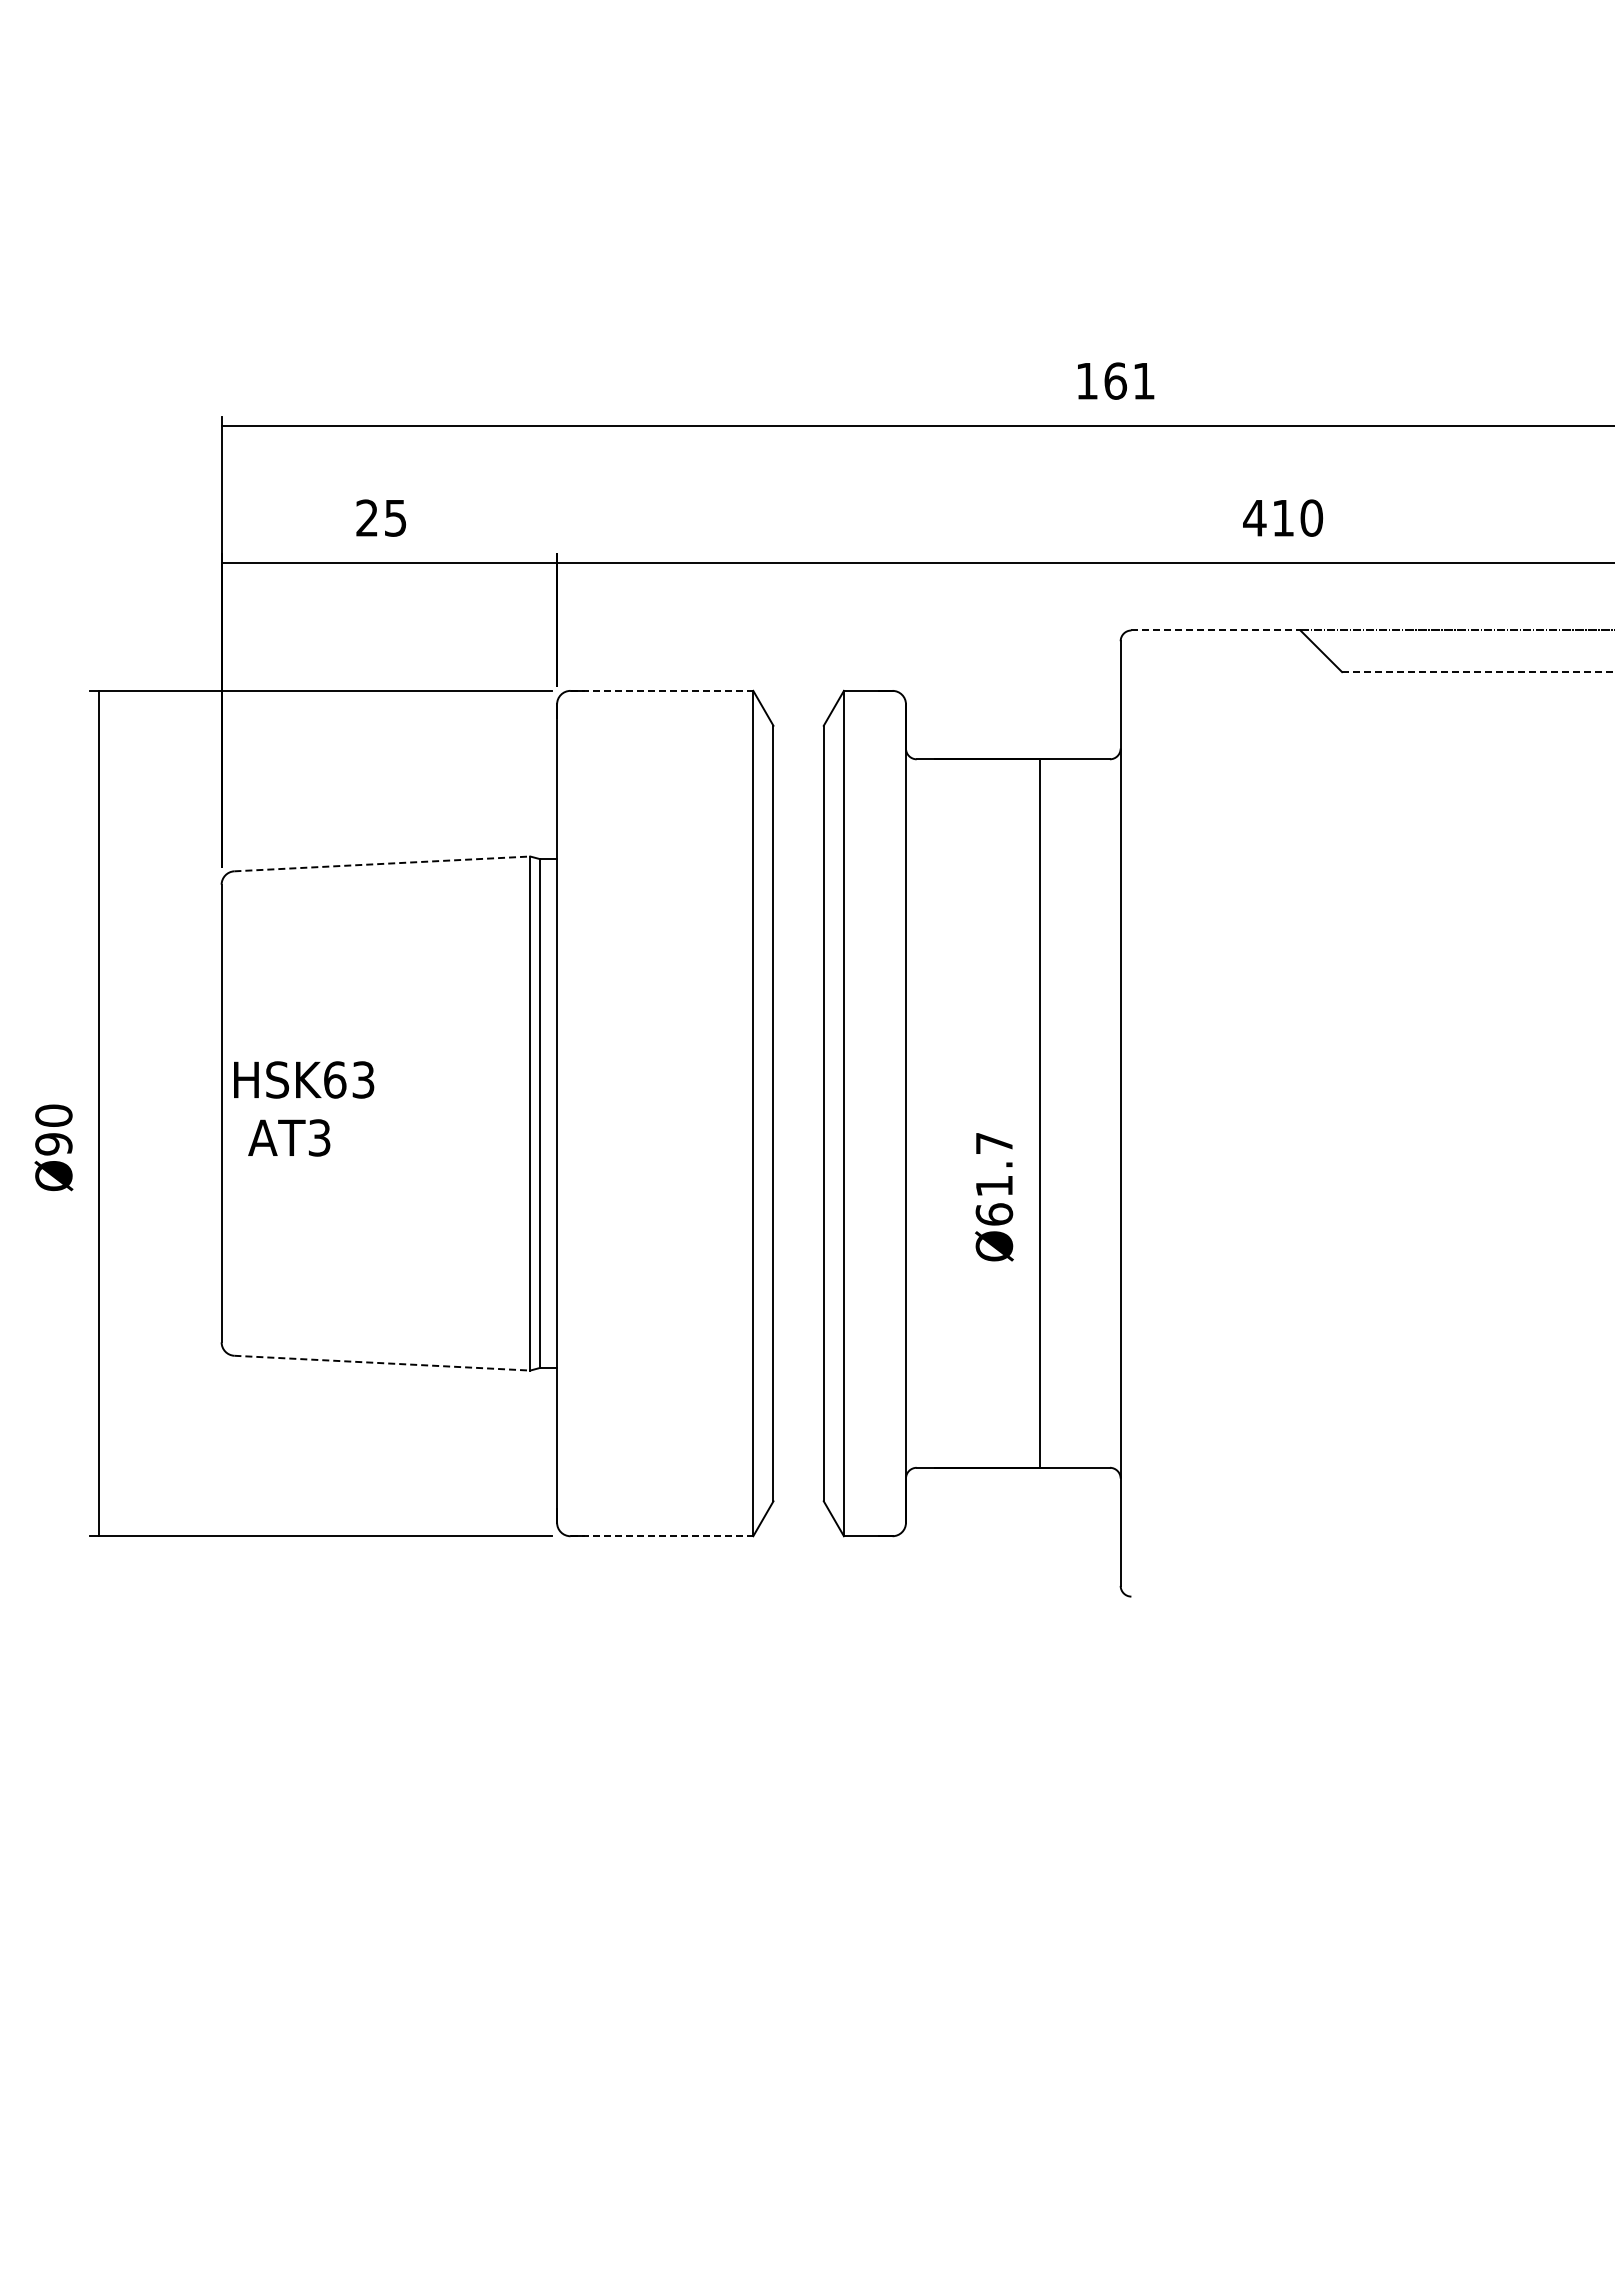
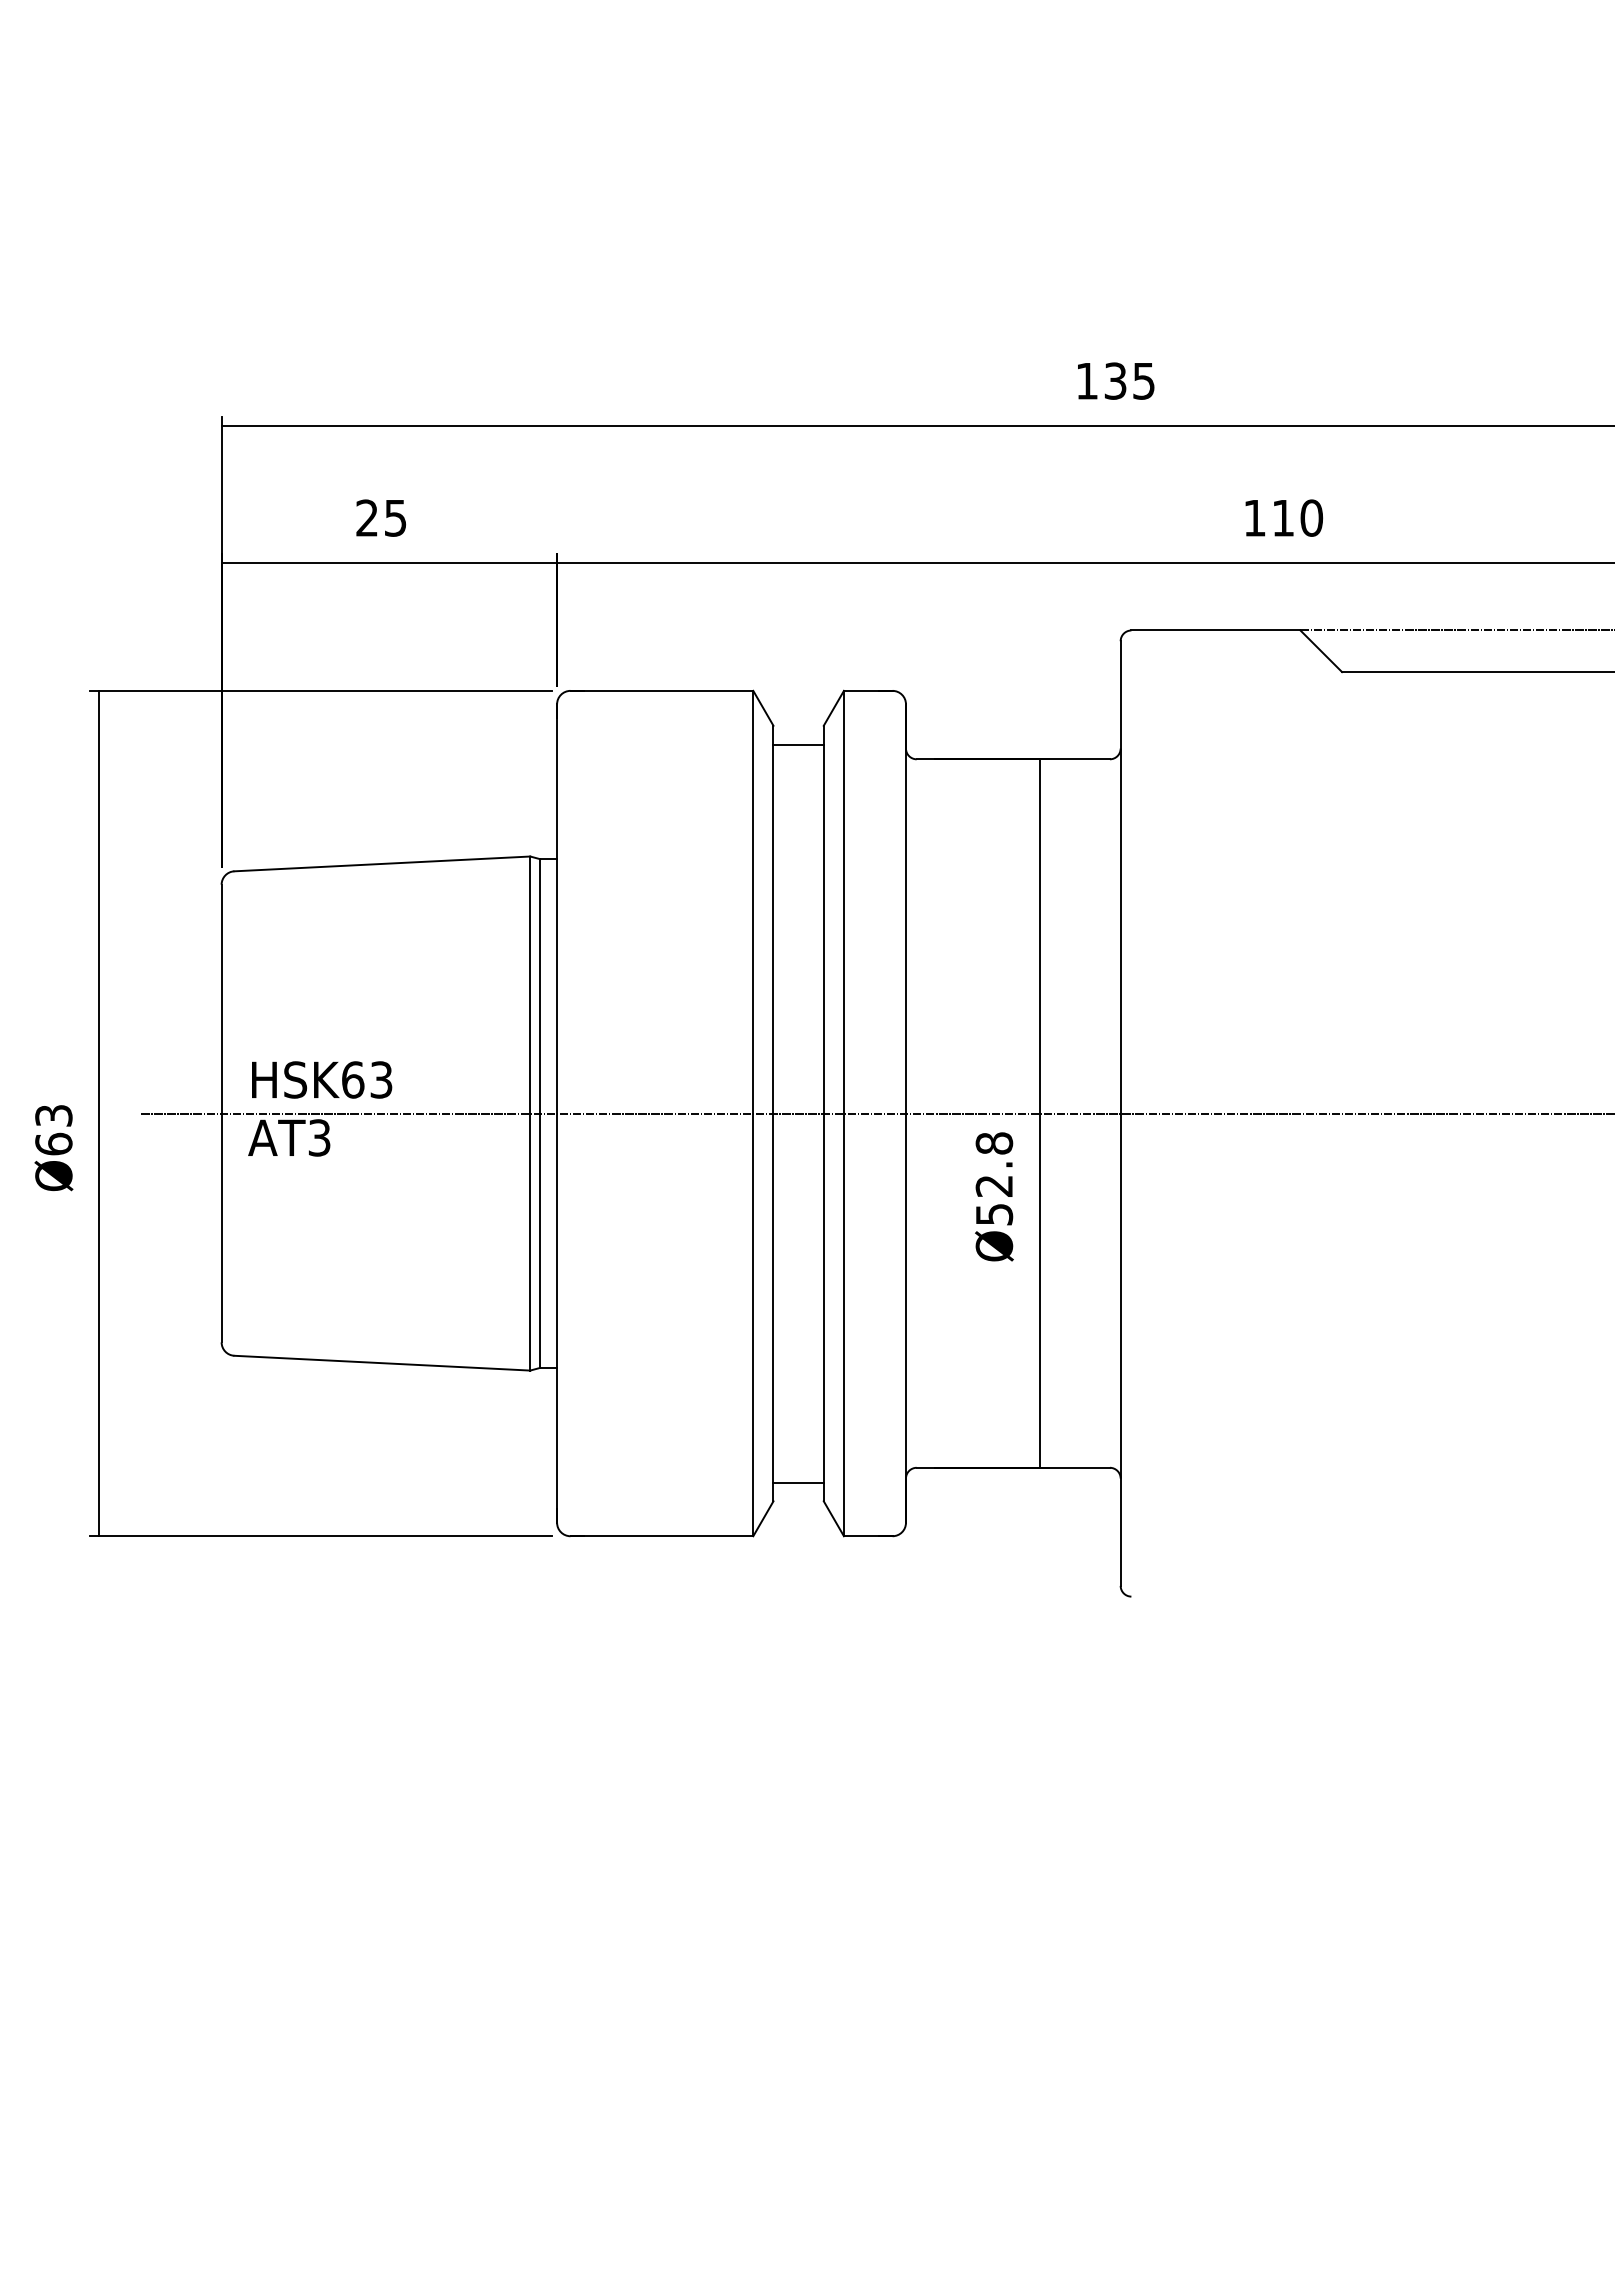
text at (1129, 380): 161 -> 135
text at (1254, 518): 410 -> 110
line at (1215, 630): dashed -> solid
line at (1478, 672): dashed -> solid
line at (662, 690): dashed -> solid
line at (798, 744): none -> present
line at (382, 863): dashed -> solid
text at (304, 1079) position: (304, 1079) -> (322, 1079)
line at (876, 1113): none -> present
text at (53, 1129): Ø90 -> Ø63
text at (994, 1178): Ø61.7 -> Ø52.8
line at (382, 1363): dashed -> solid
line at (798, 1482): none -> present
line at (662, 1536): dashed -> solid
